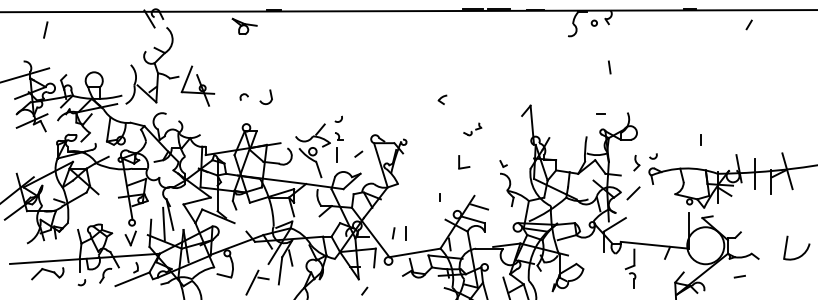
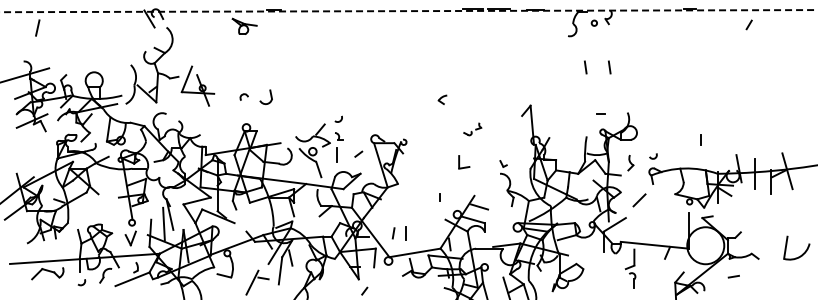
line at (409, 11): solid -> dashed
line at (45, 29) position: (45, 29) -> (37, 27)
line at (585, 67): none -> present
part at (636, 163) position: (636, 163) -> (630, 163)
line at (633, 193) position: (633, 193) -> (639, 200)
line at (739, 276) position: (739, 276) -> (733, 276)
